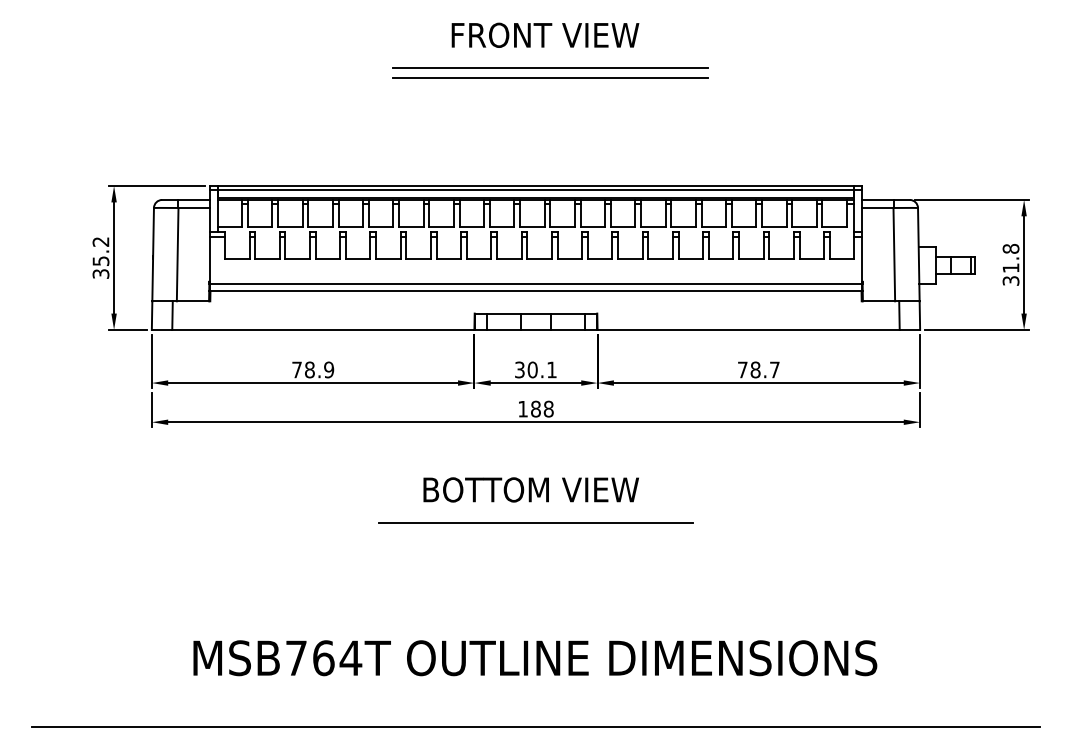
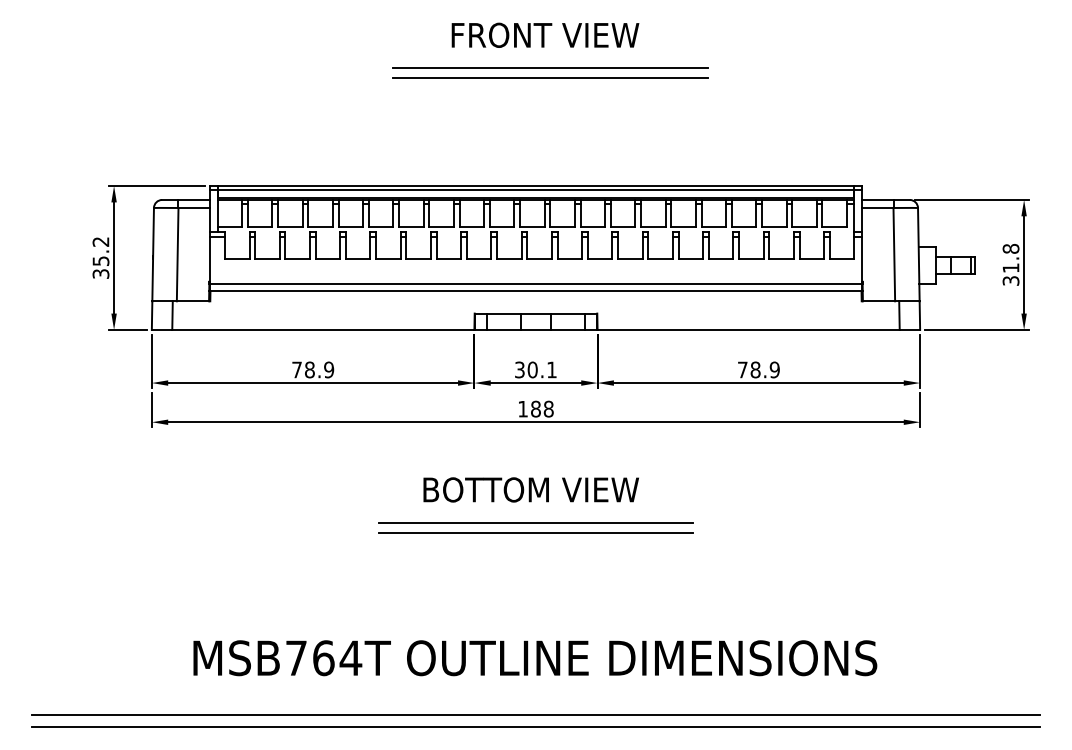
text at (774, 369): 78.7 -> 78.9
line at (535, 532): none -> present
line at (535, 714): none -> present
